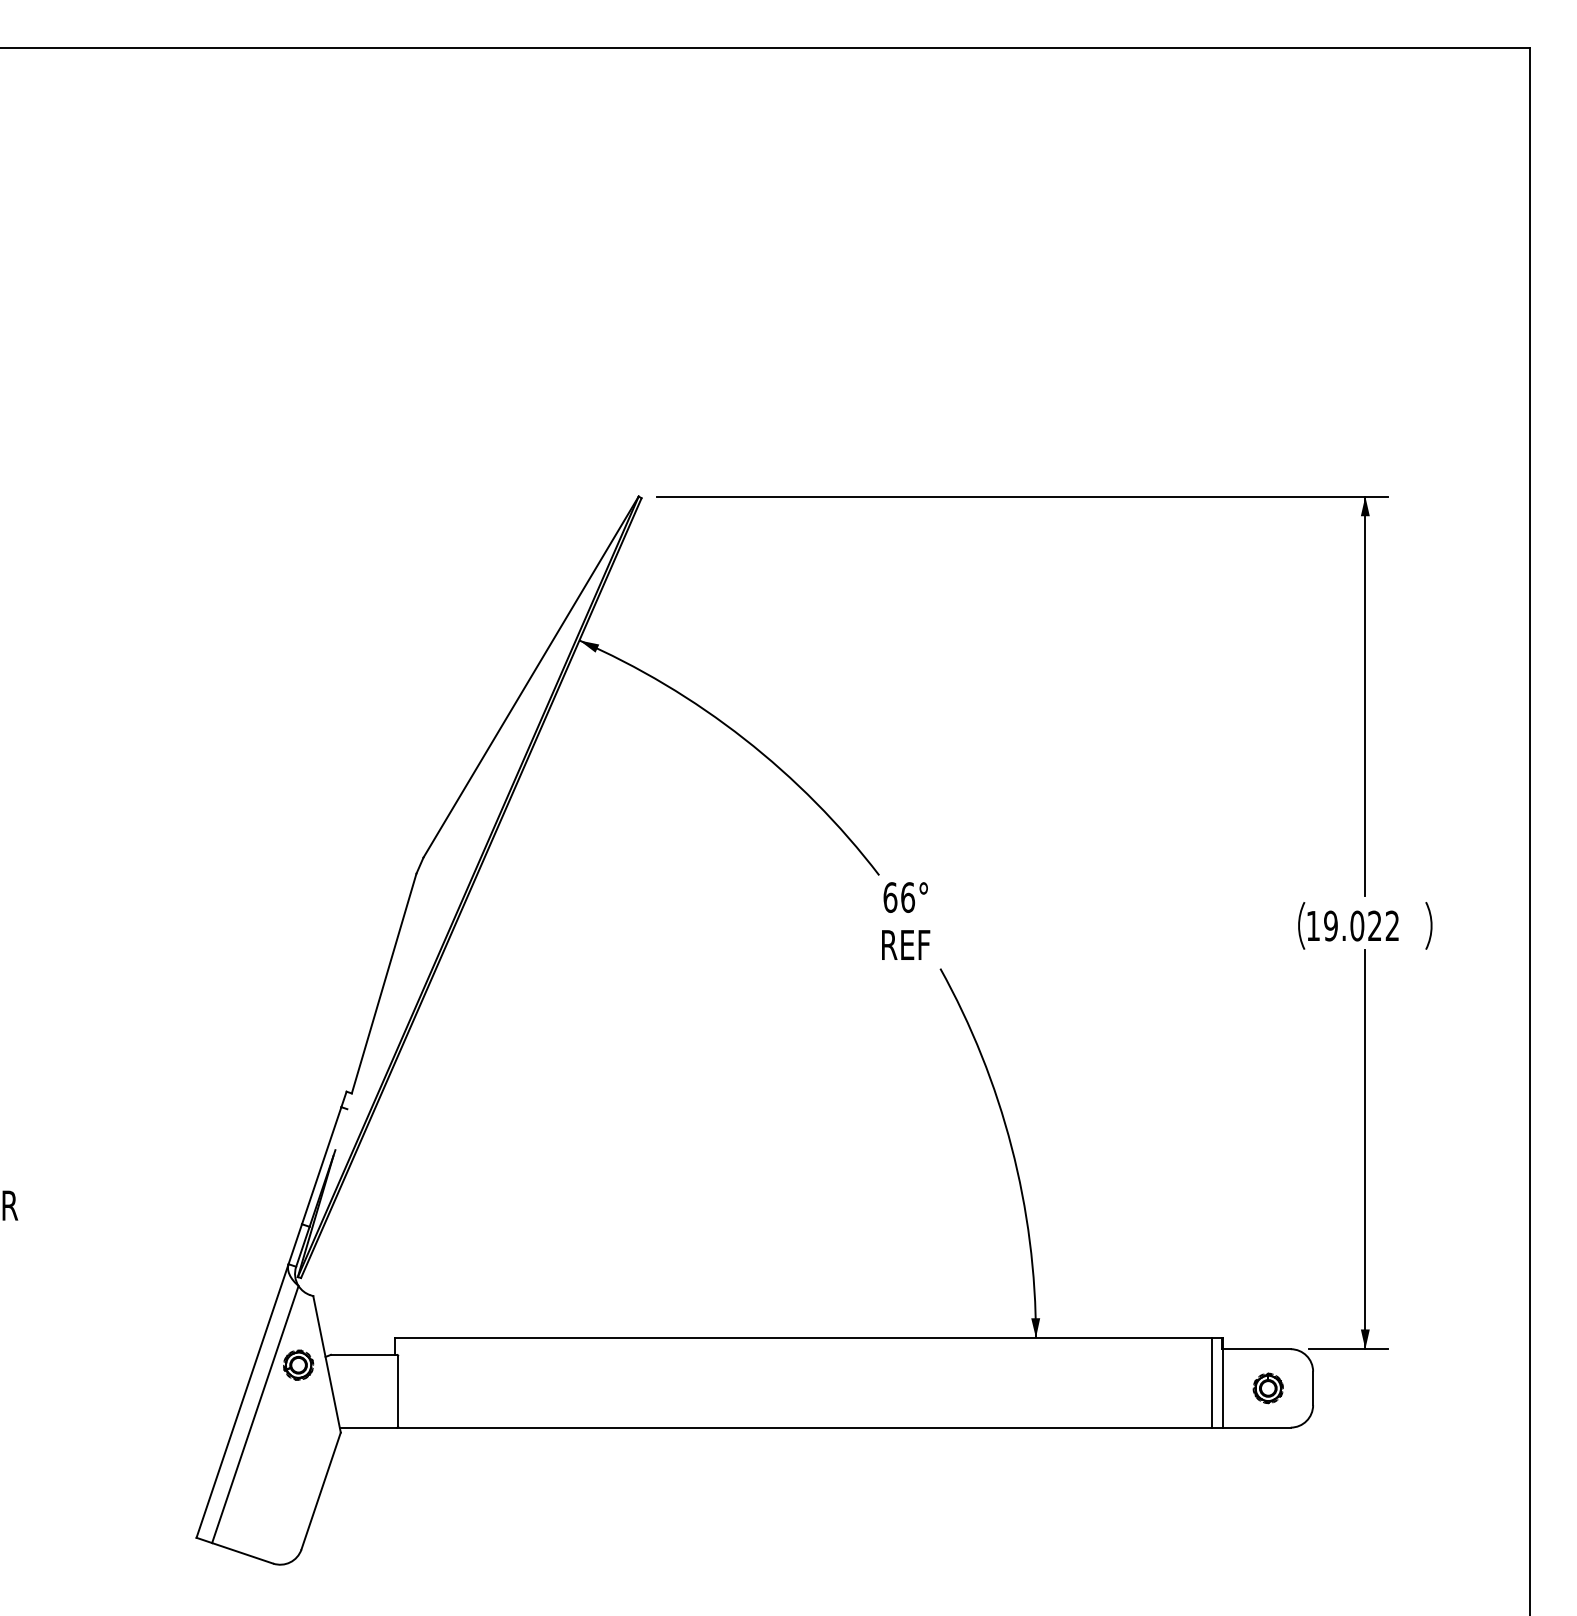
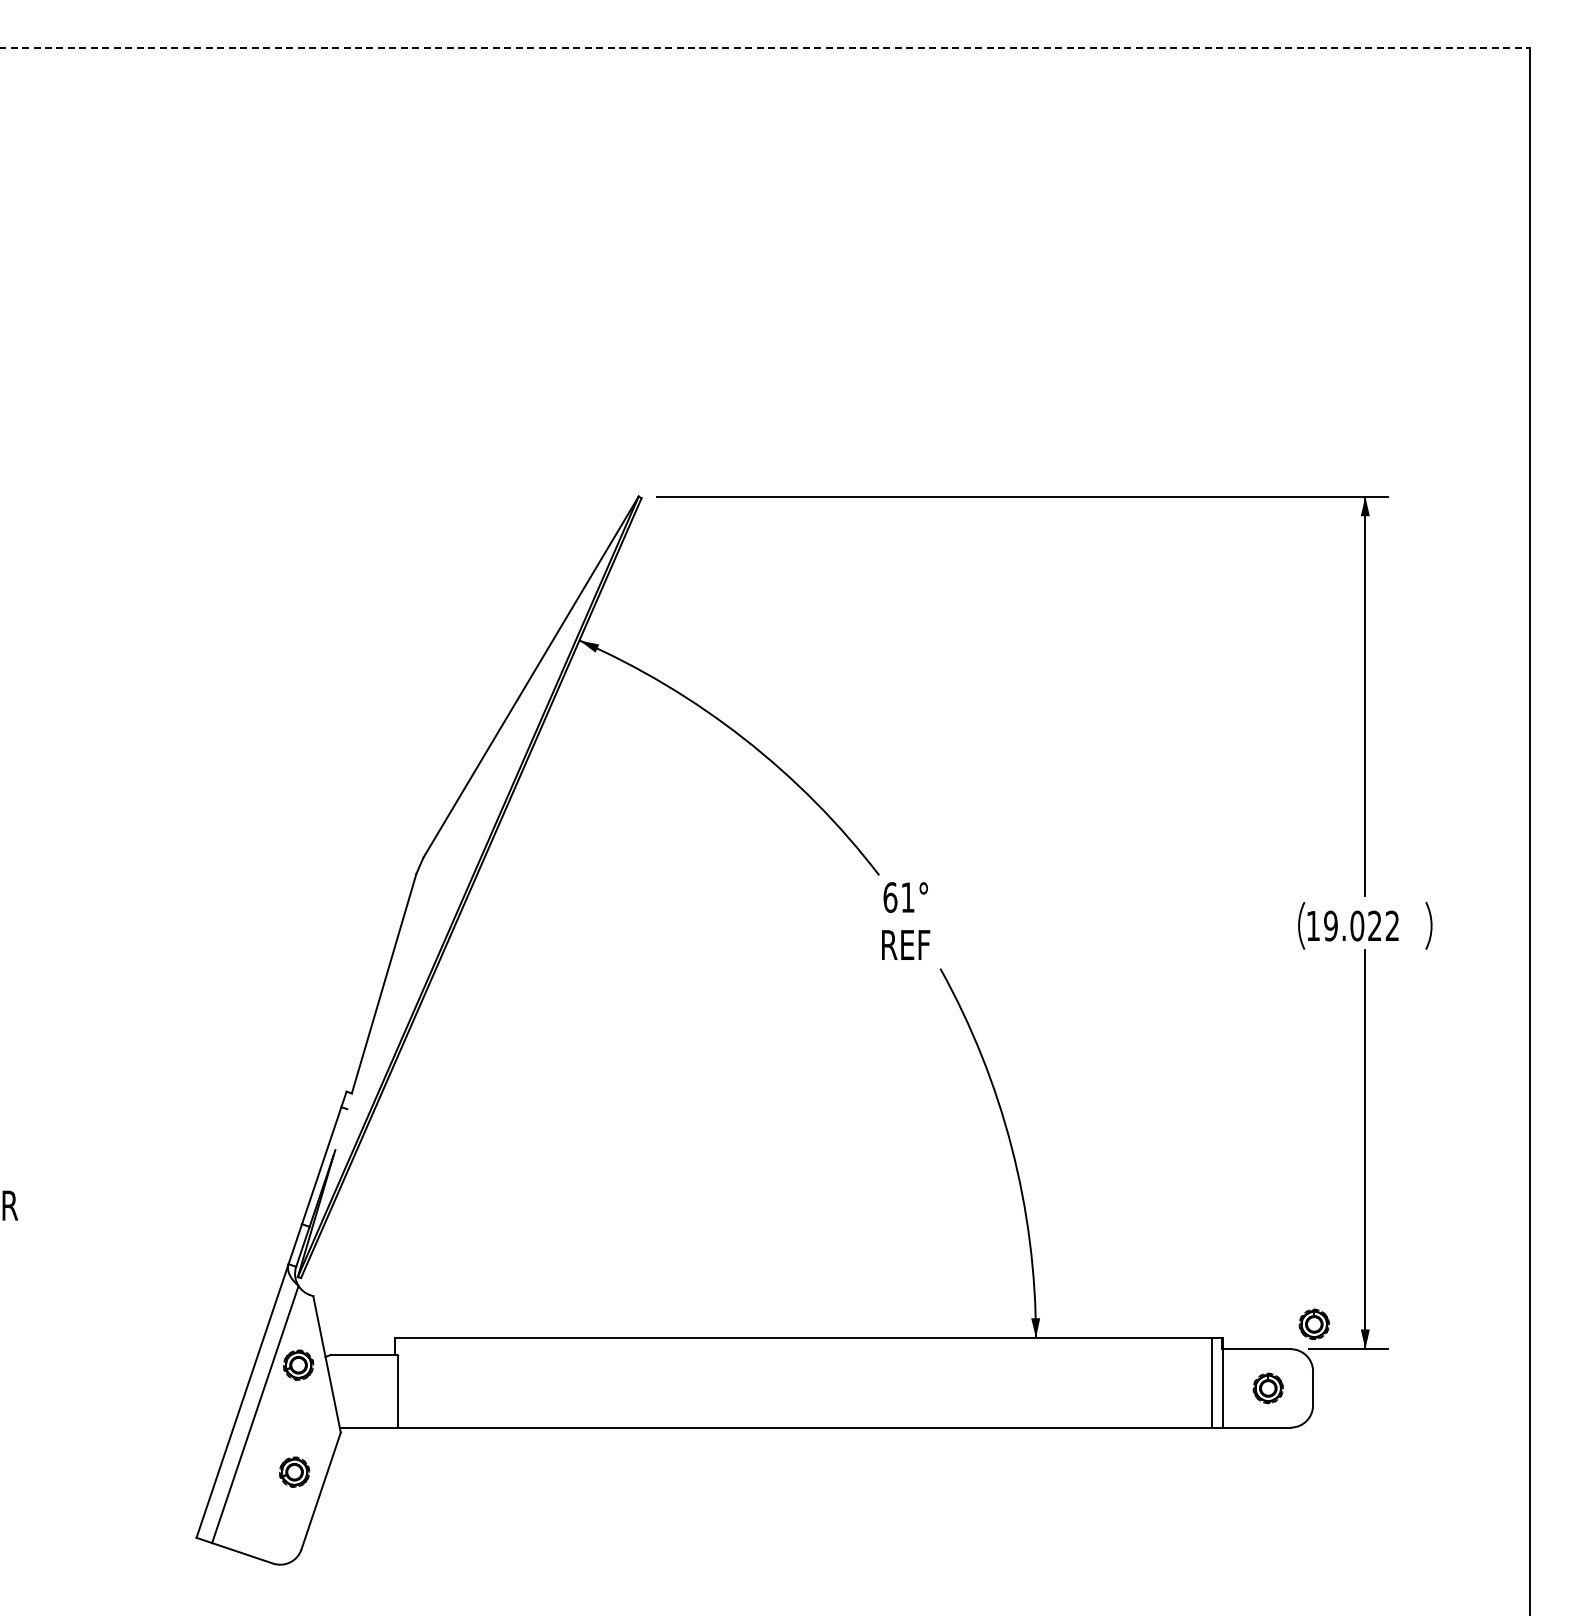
line at (764, 48): solid -> dashed
text at (908, 897): 66° -> 61°
part at (1313, 1324): none -> present
part at (294, 1471): none -> present
